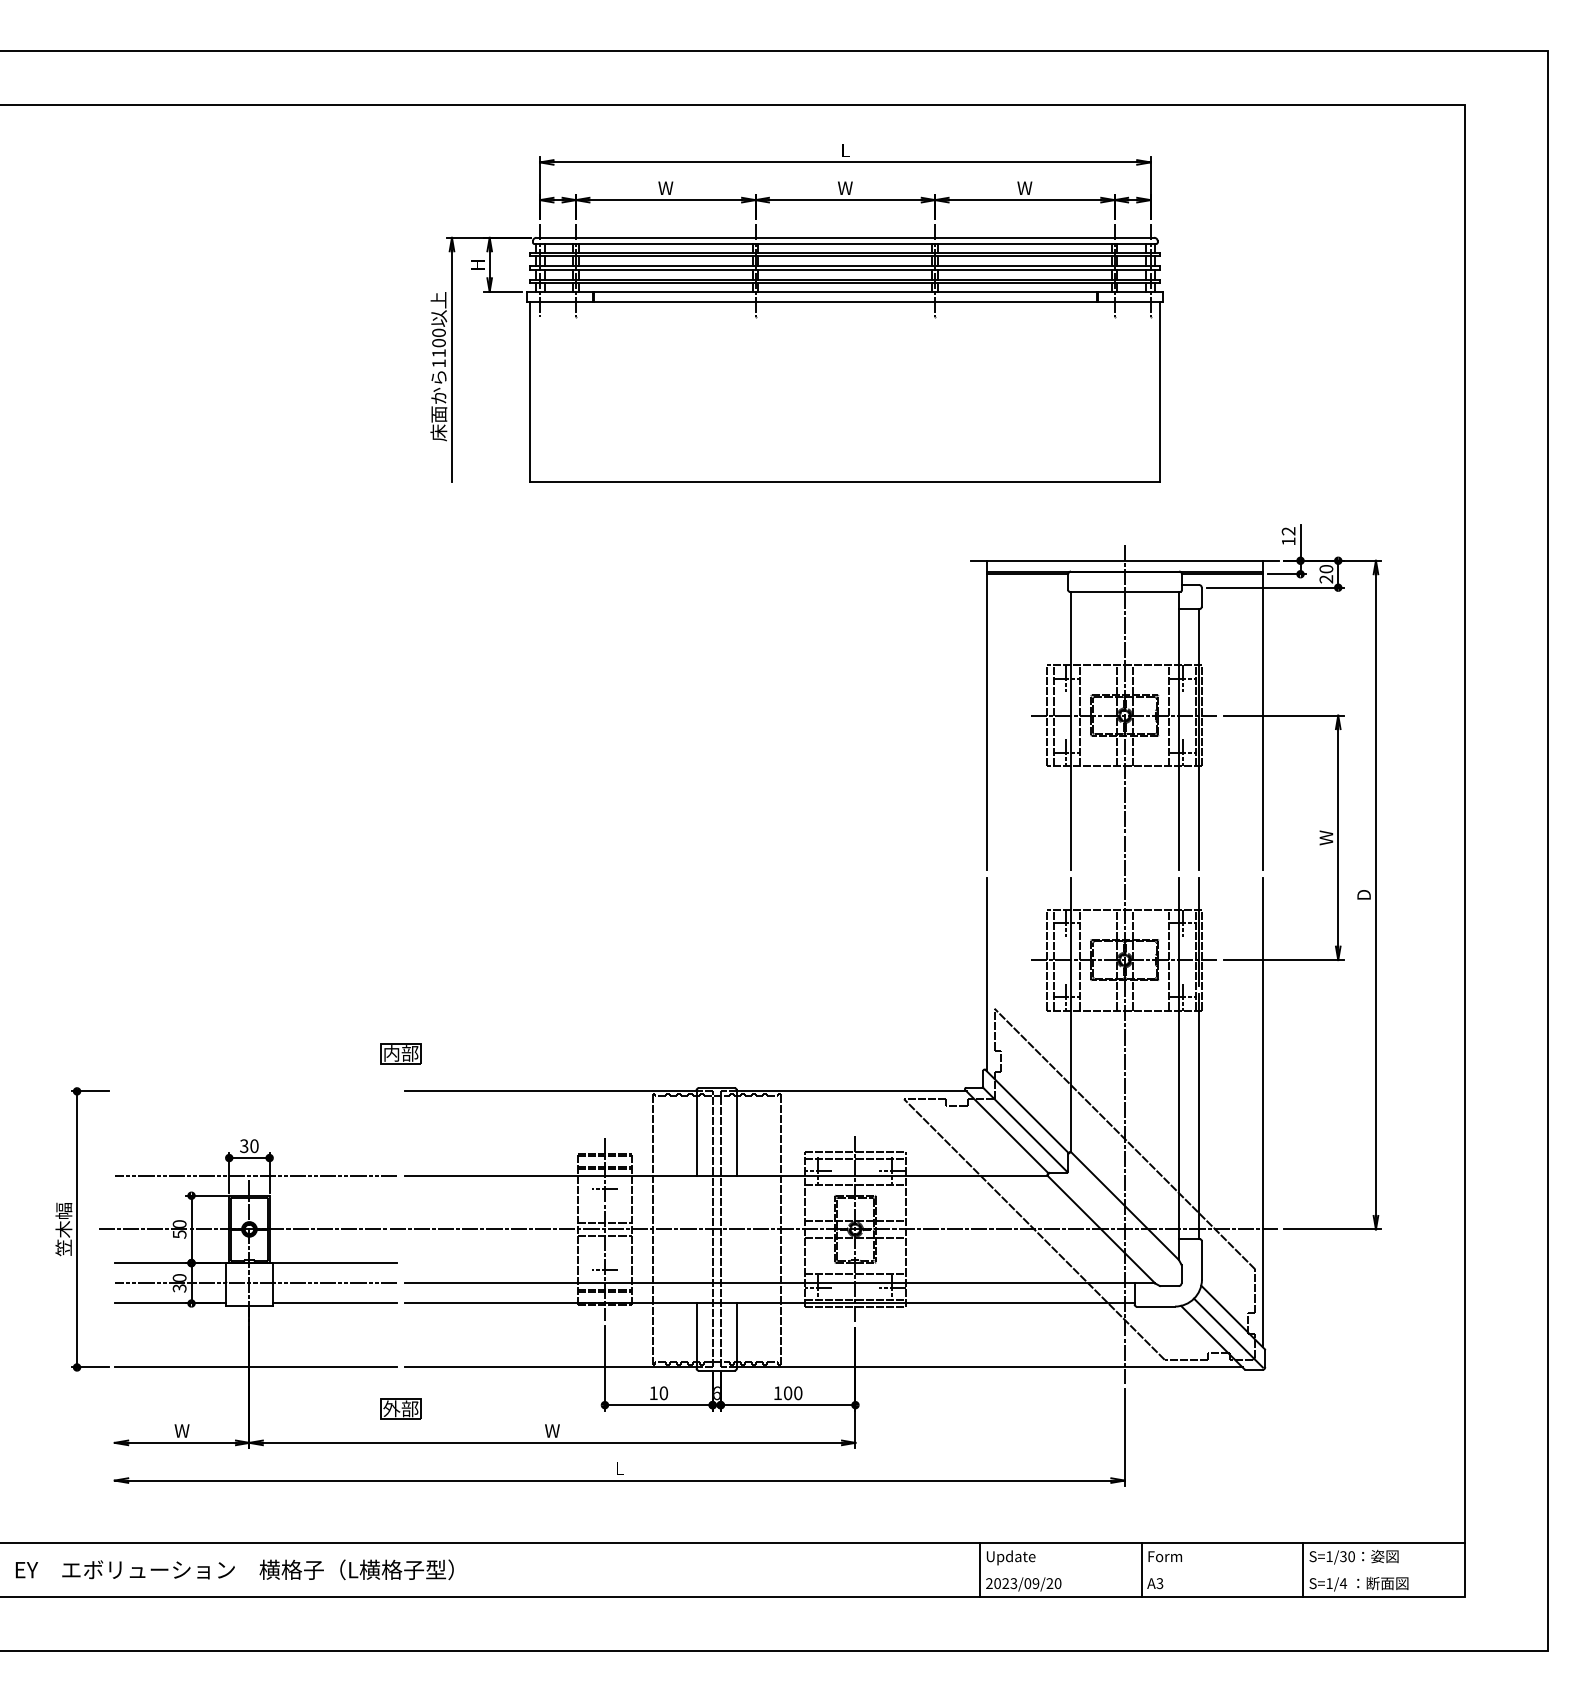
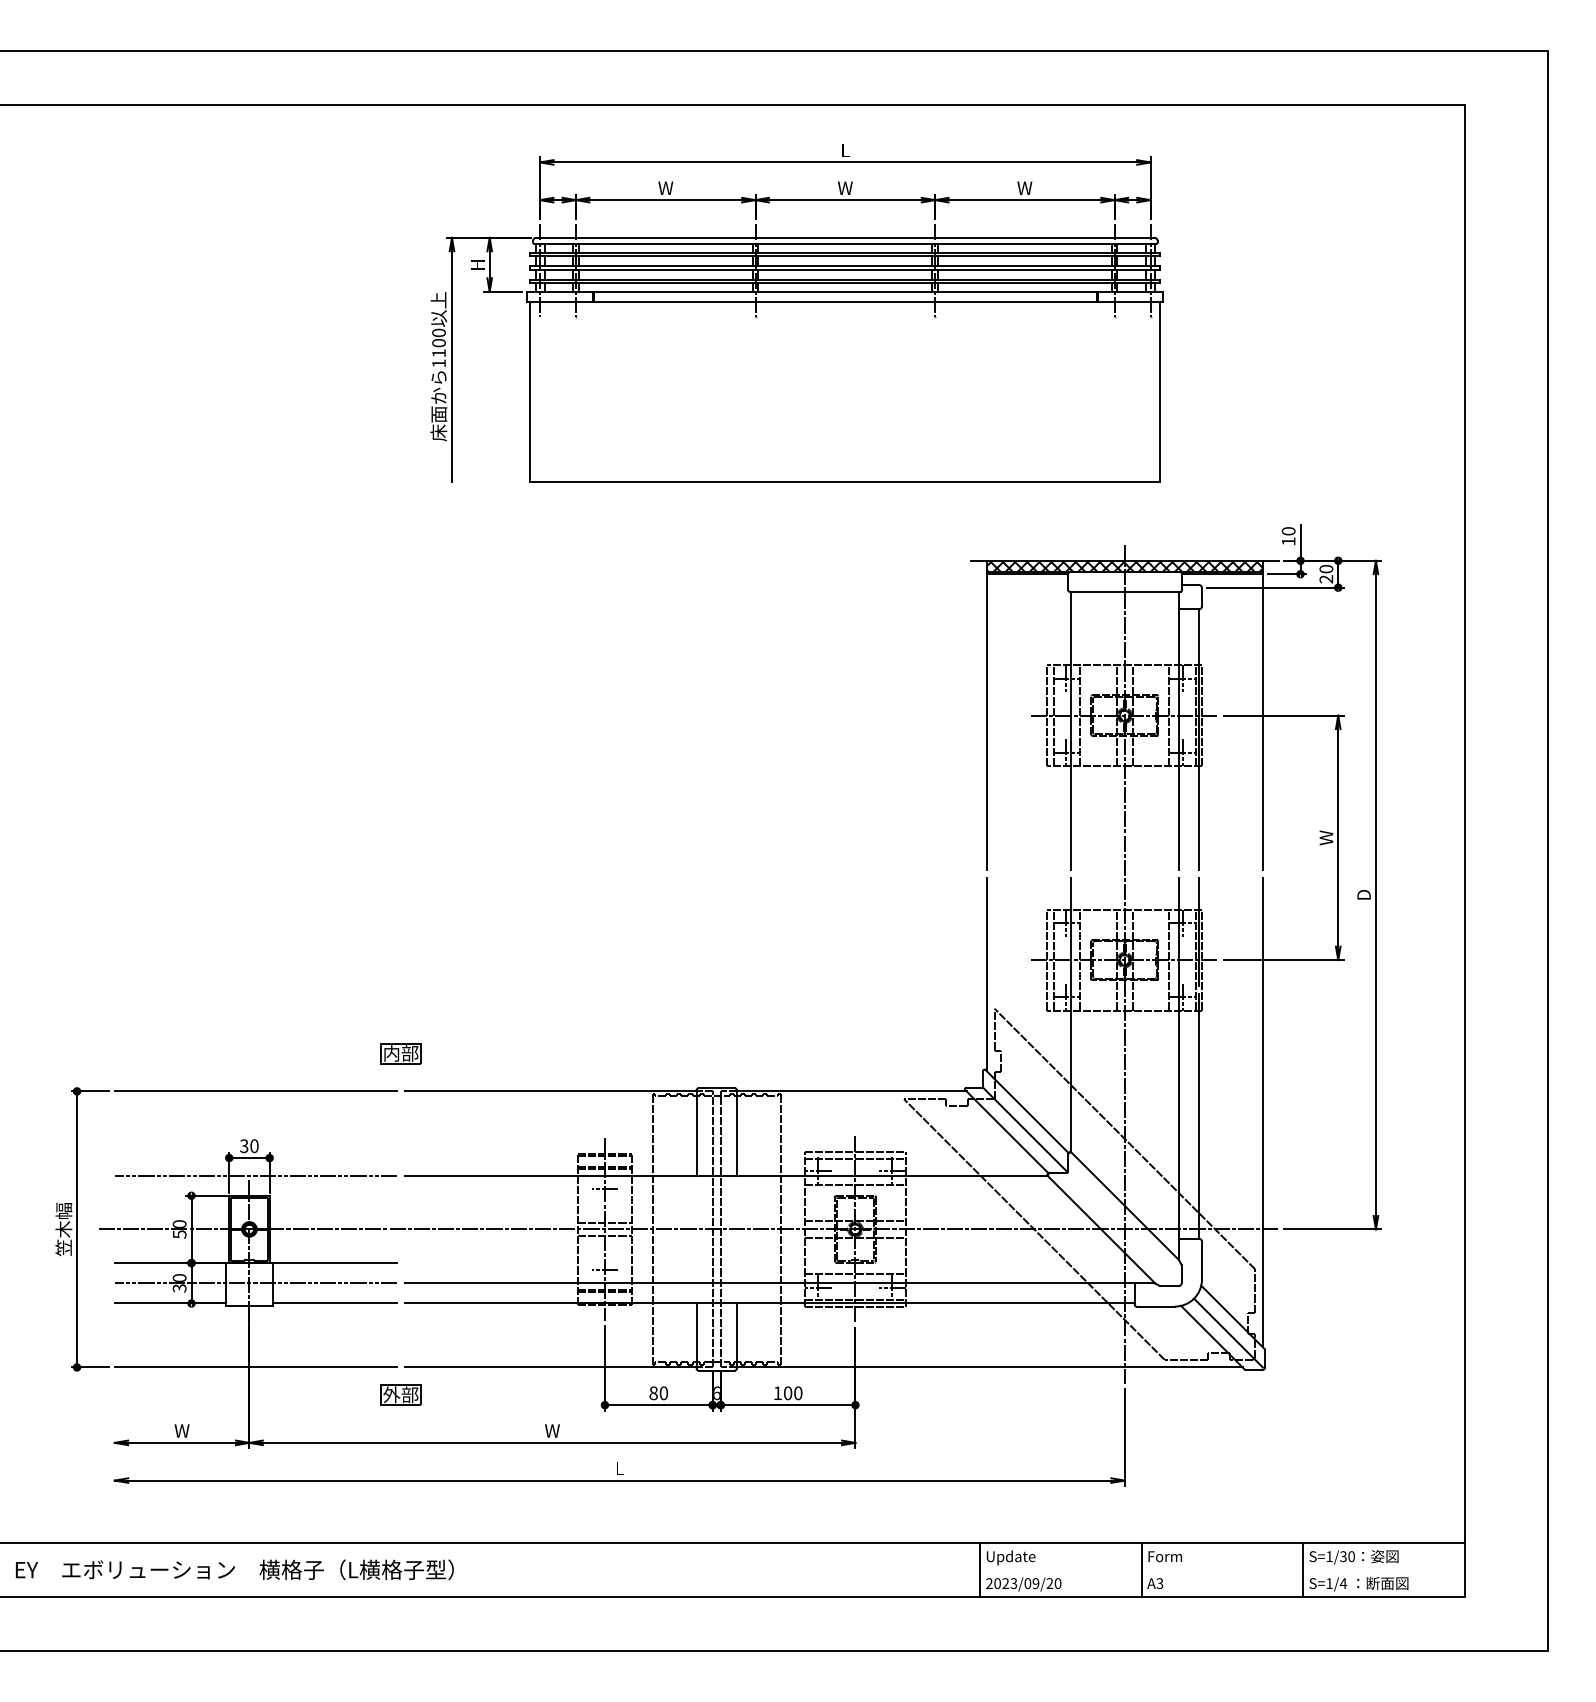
text at (1288, 531): 12 -> 10
hatch at (1124, 565): none -> present
line at (255, 1091): none -> present
text at (653, 1393): 10 -> 80
part at (400, 1408) position: (400, 1408) -> (400, 1394)
